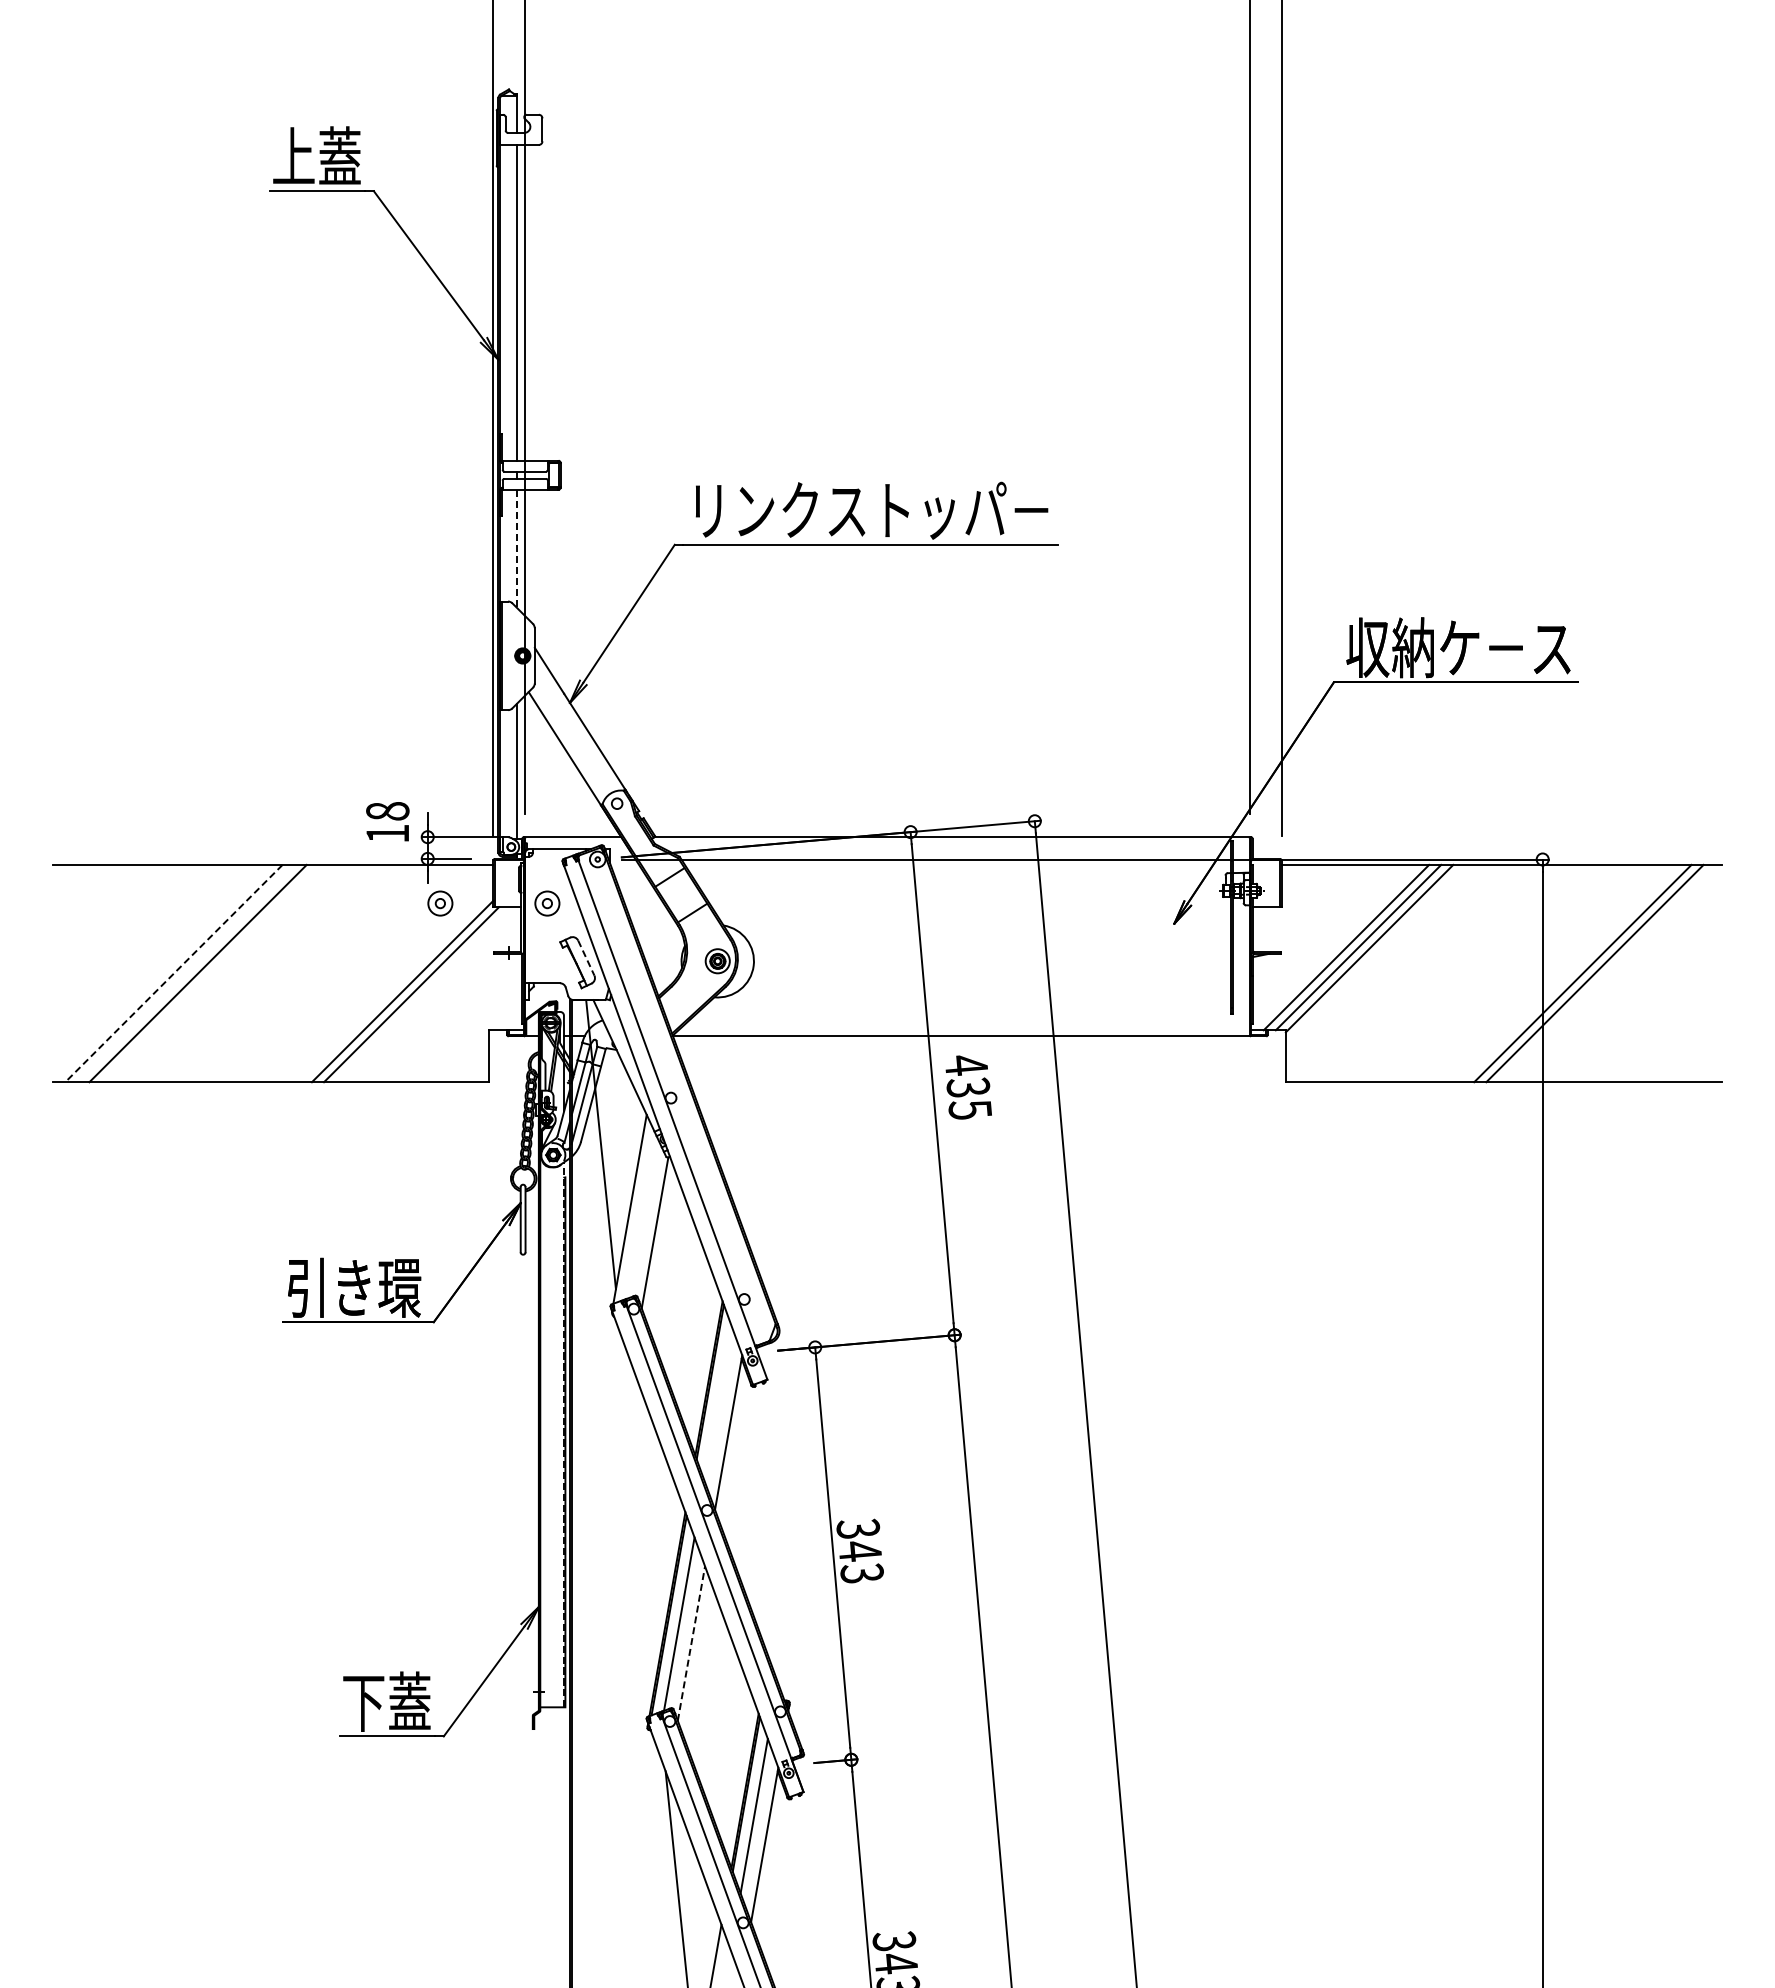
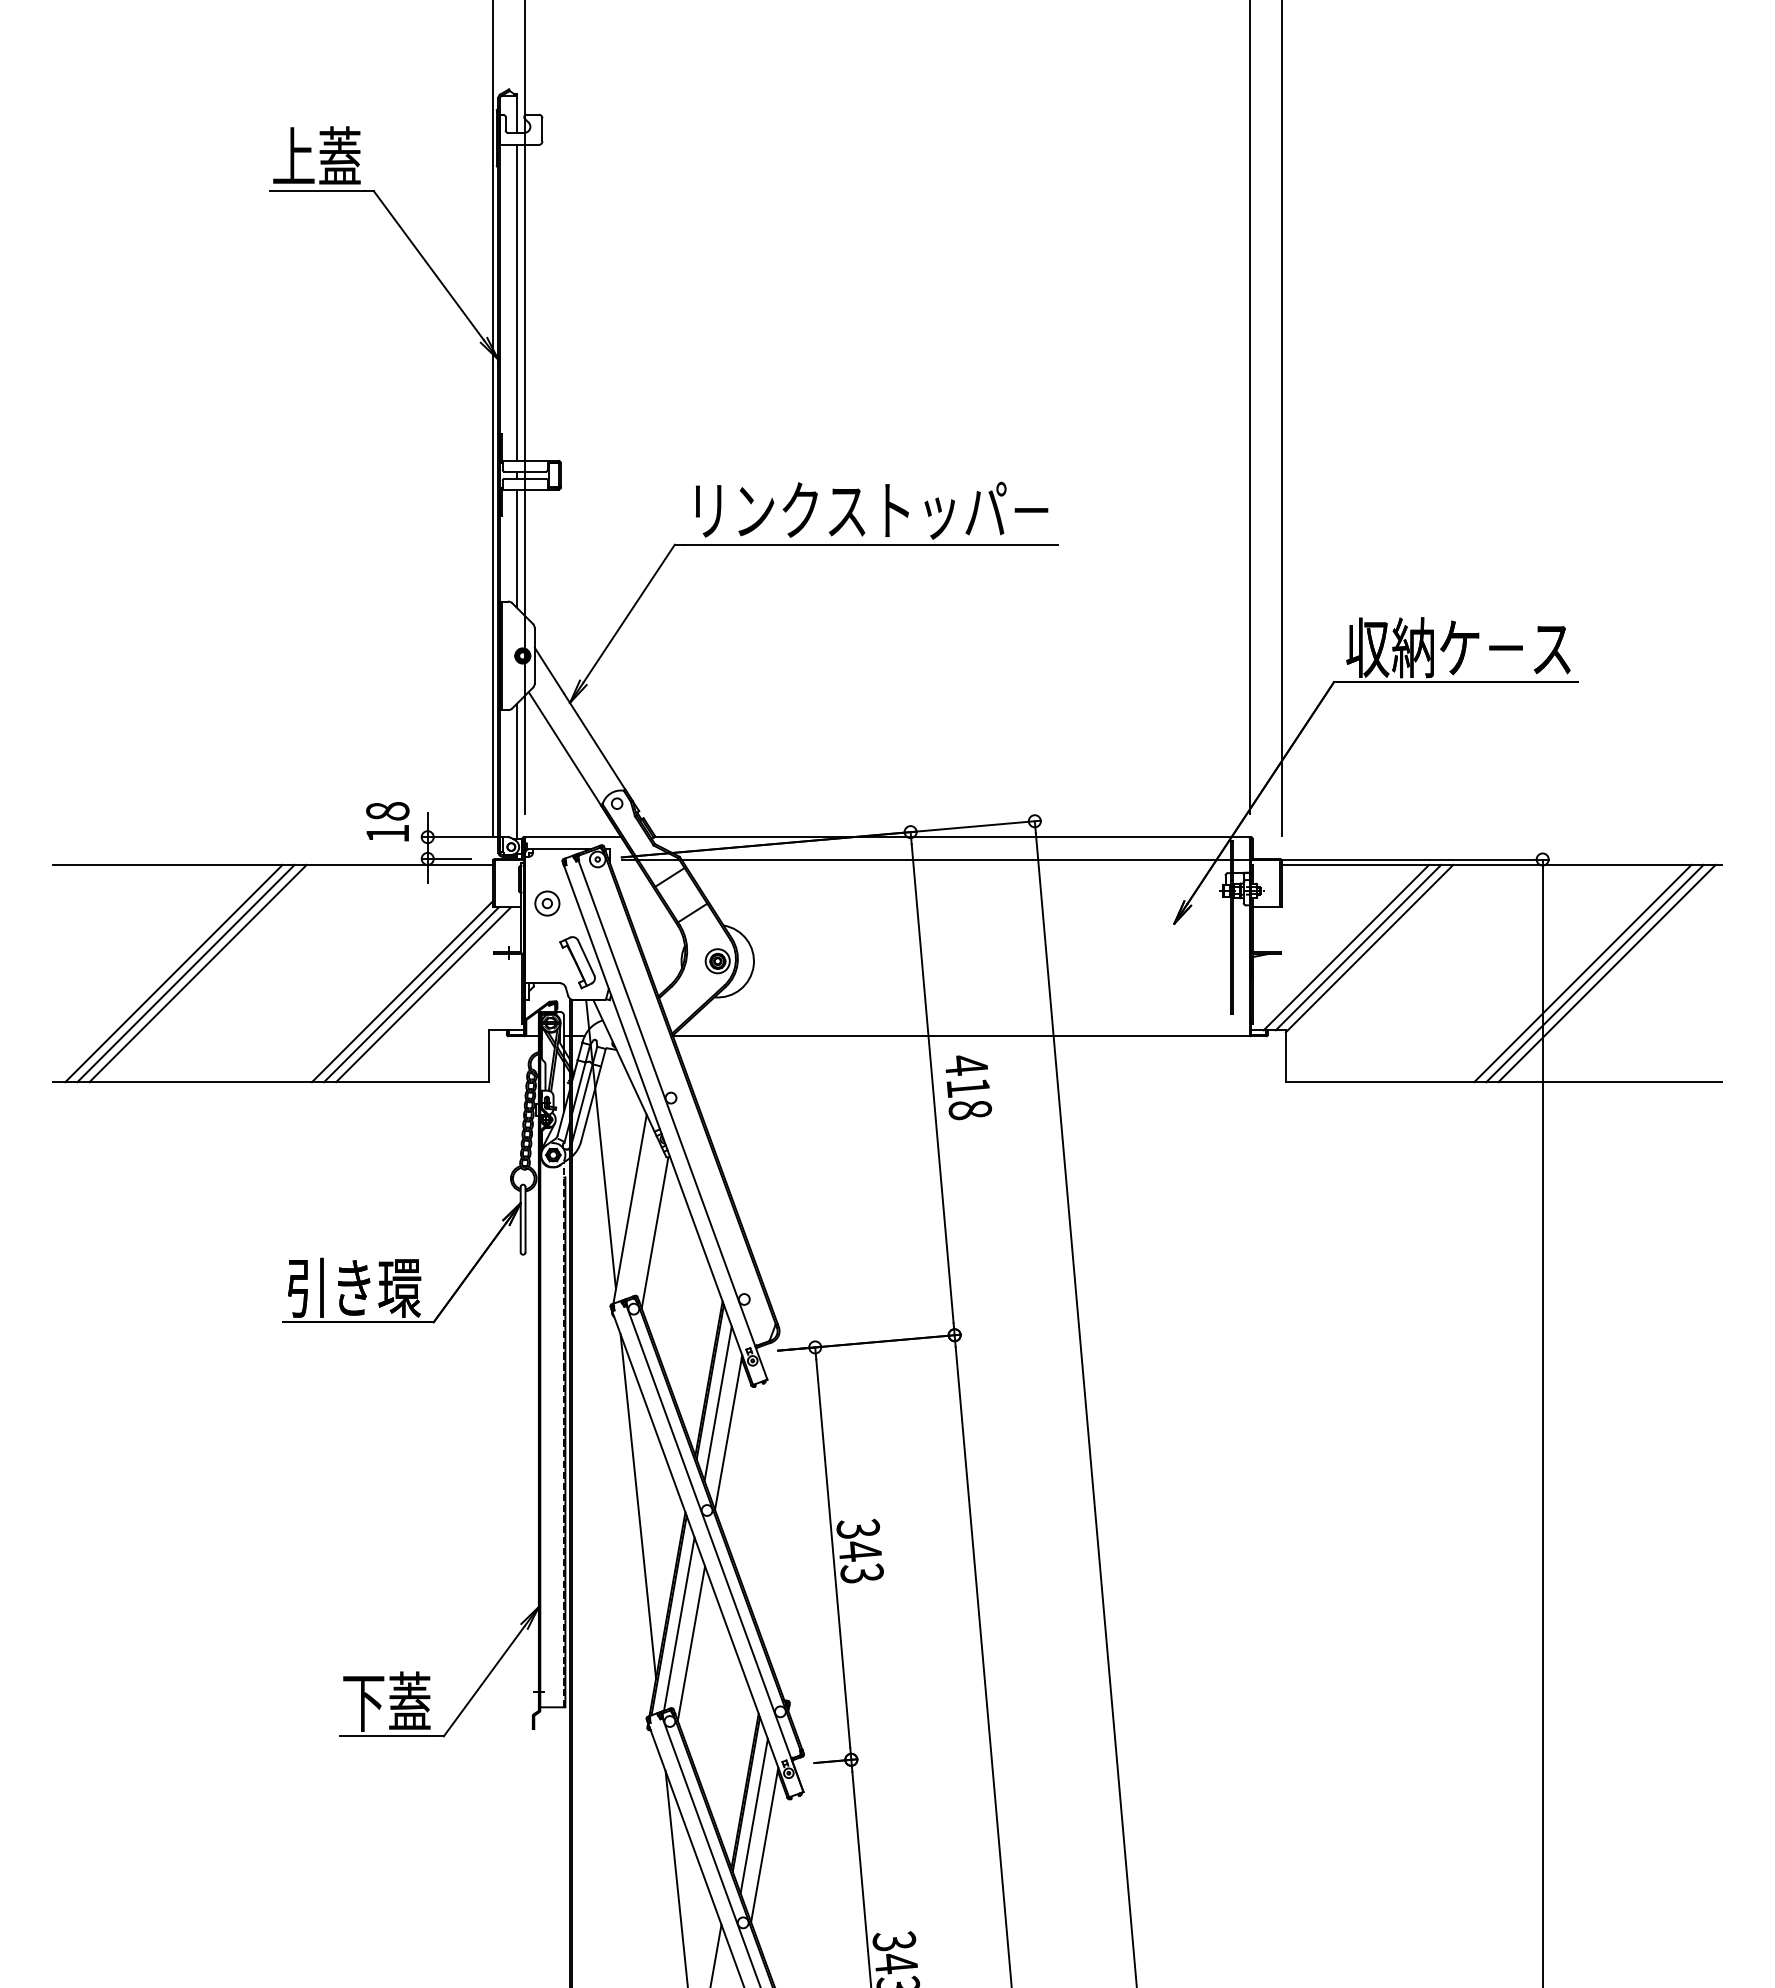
line at (516, 548): dashed -> solid
part at (440, 903): present -> none
line at (586, 958): dashed -> solid
line at (173, 973): dashed -> solid
line at (185, 973): none -> present
line at (1606, 973): none -> present
line at (423, 994): none -> present
text at (969, 1098): 435 -> 418
line at (717, 1403): none -> present
line at (638, 1506): none -> present
line at (691, 1643): dashed -> solid
